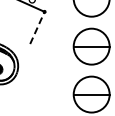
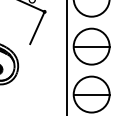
line at (37, 27): dashed -> solid
line at (66, 57): none -> present
